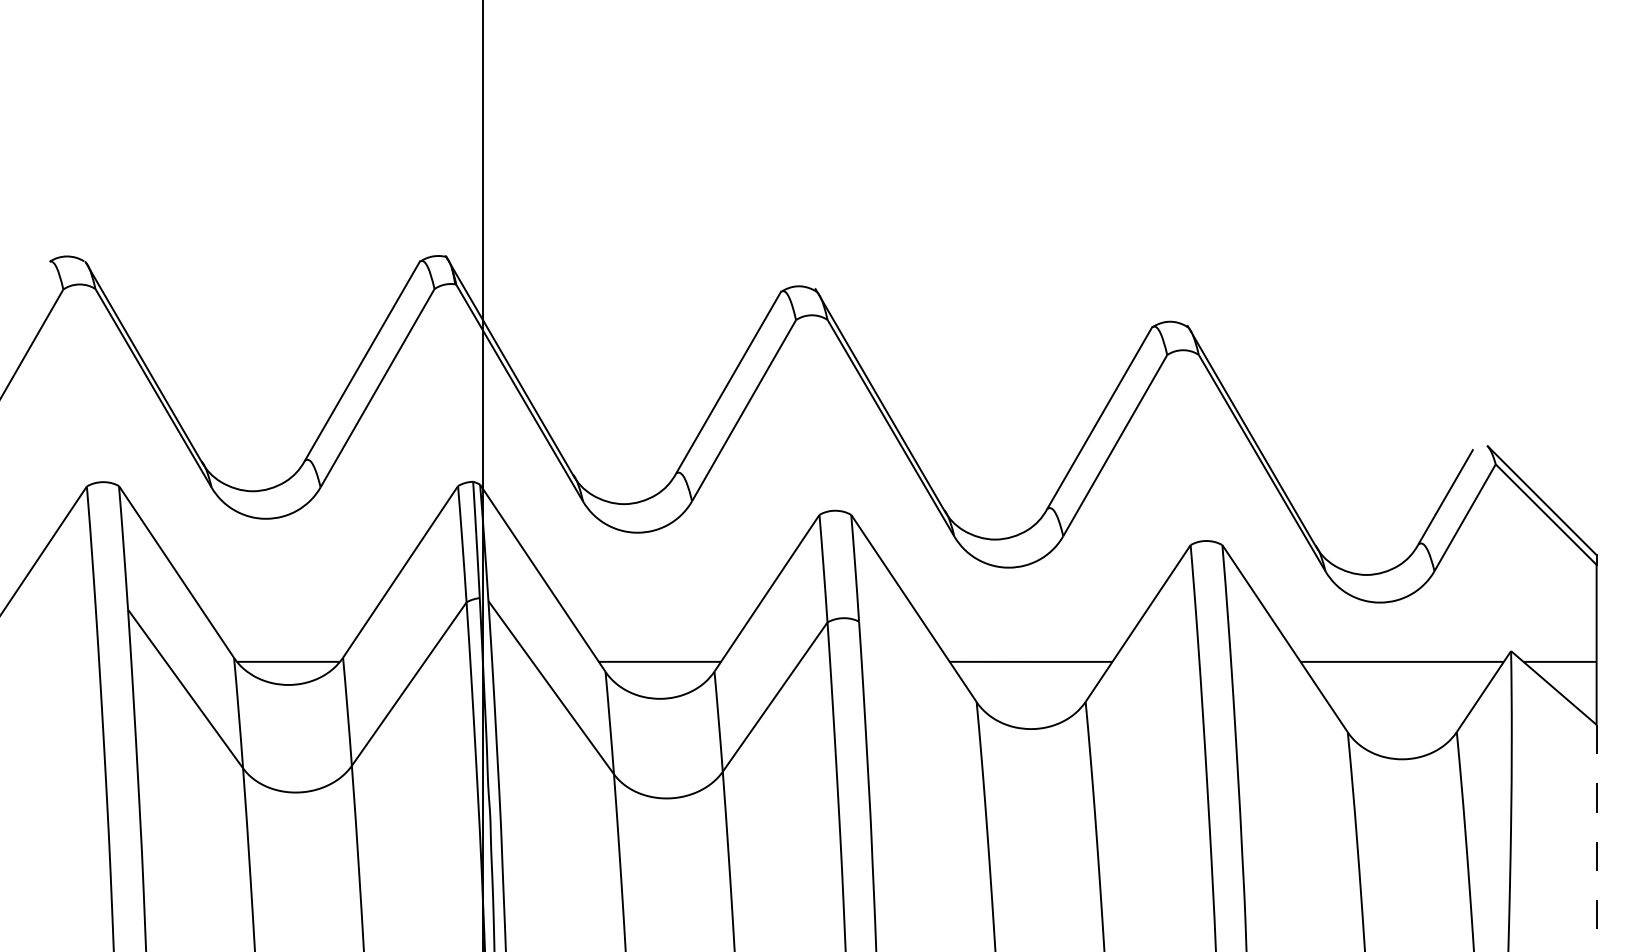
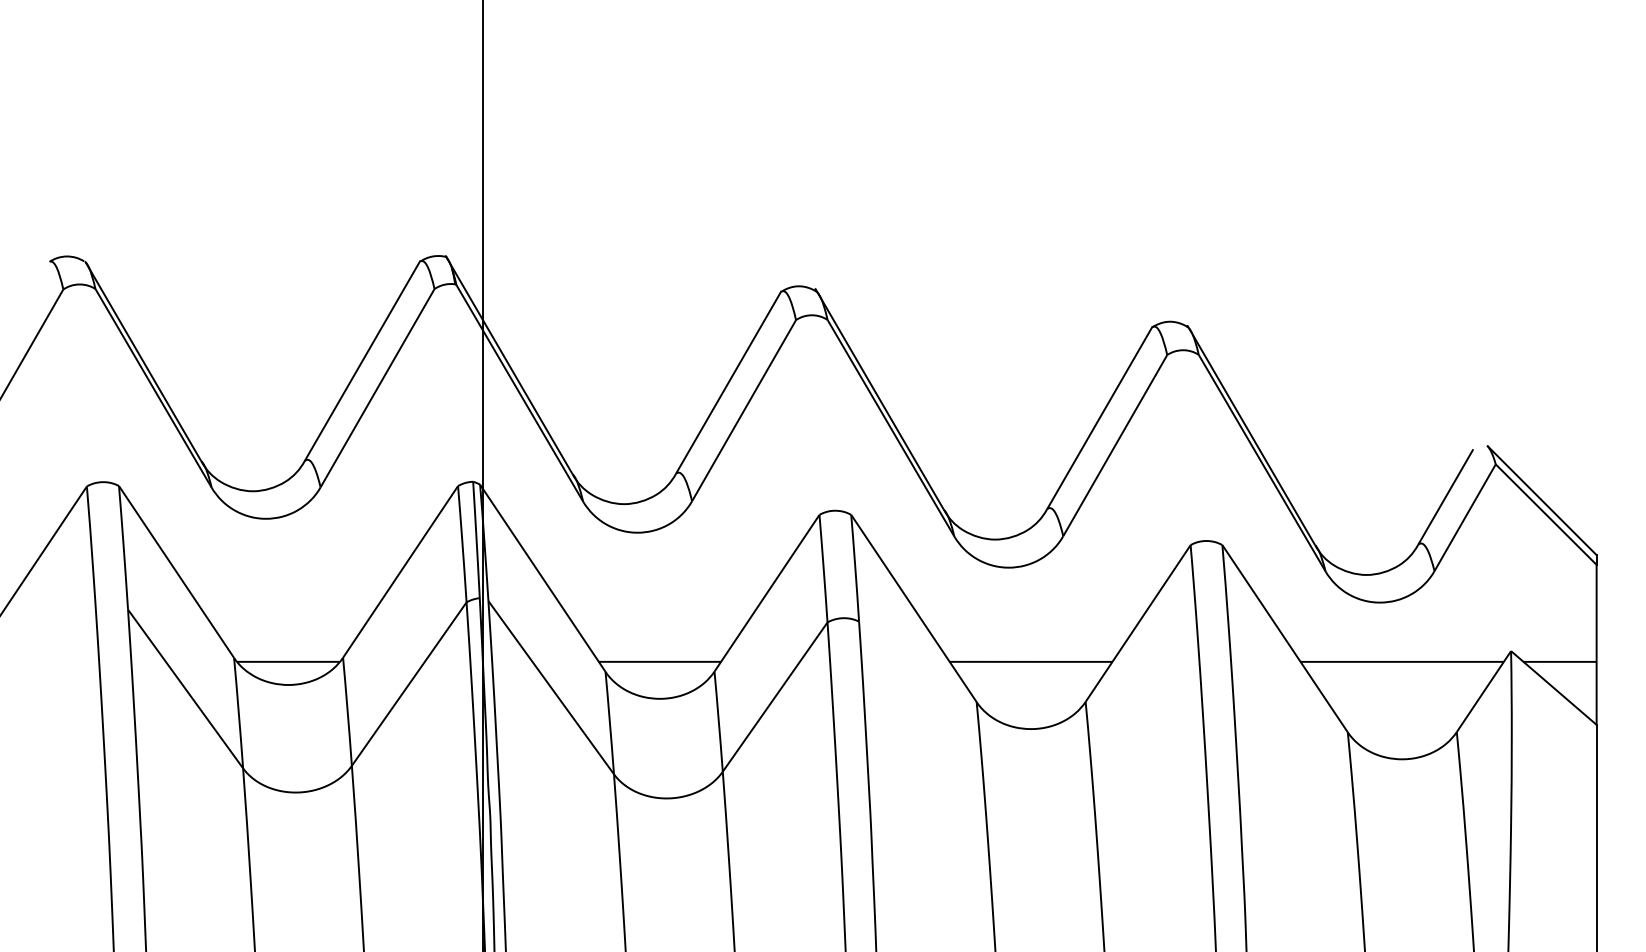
line at (1596, 838): dashed -> solid
